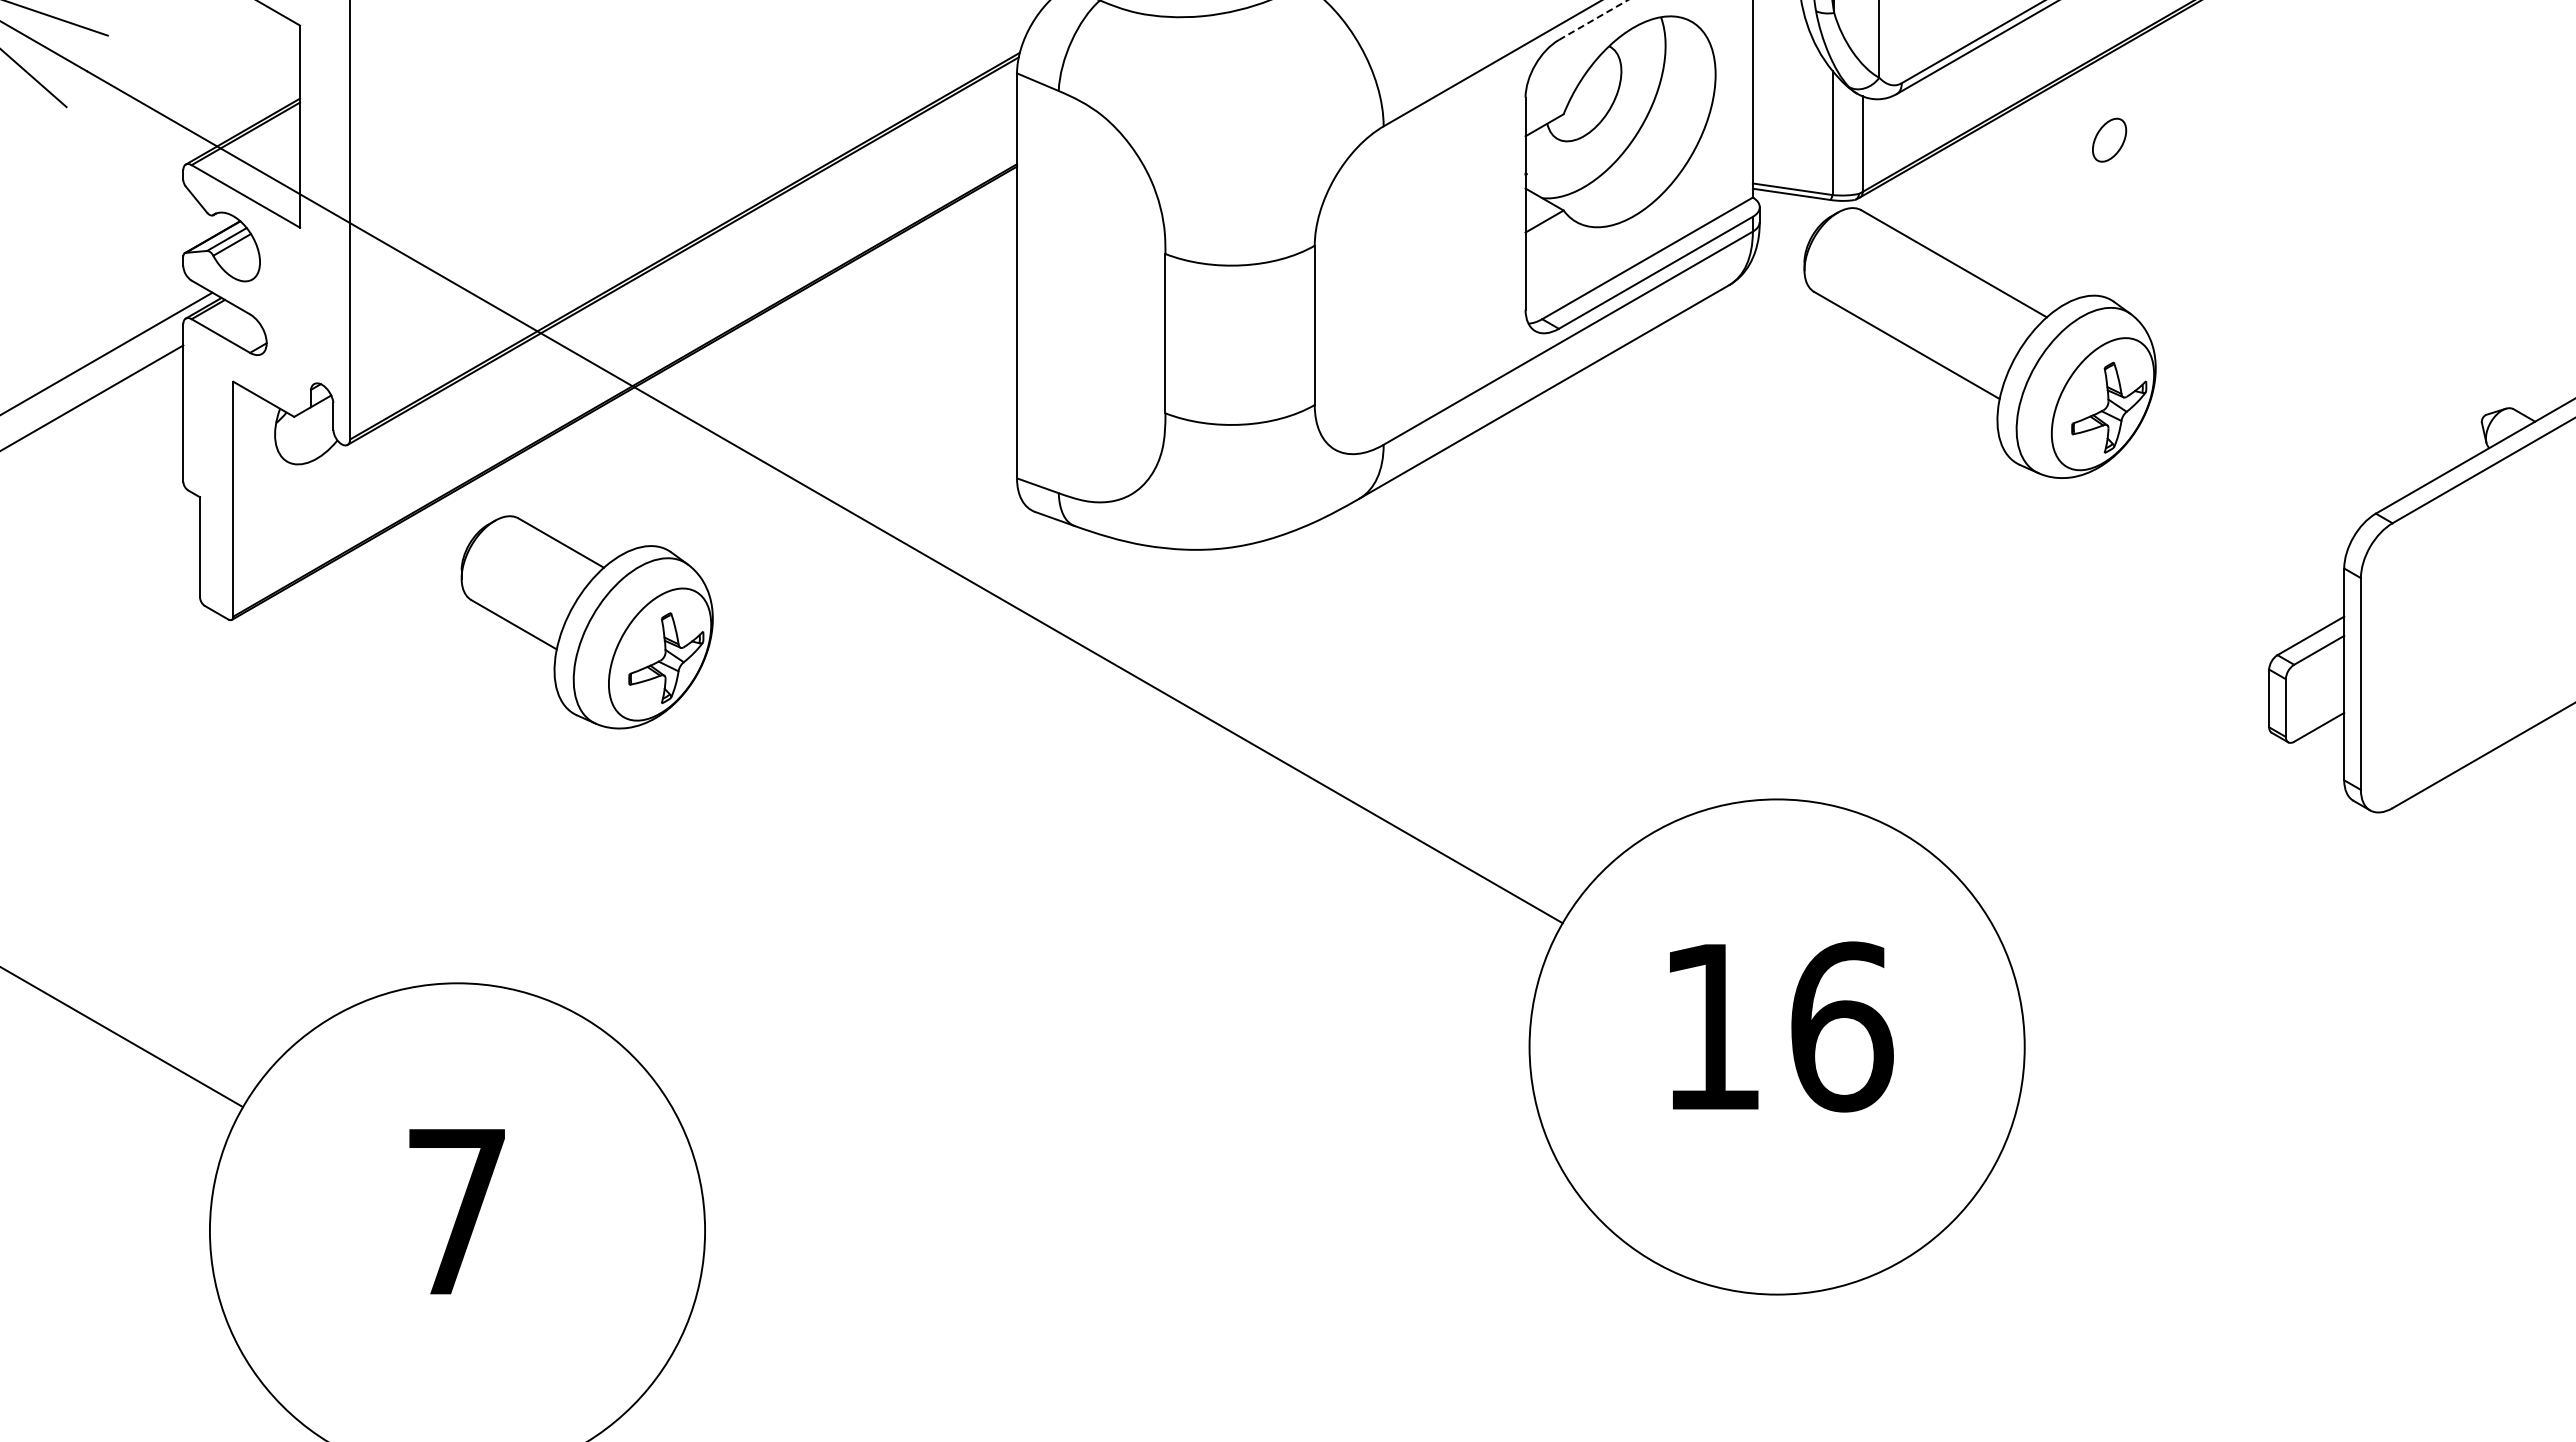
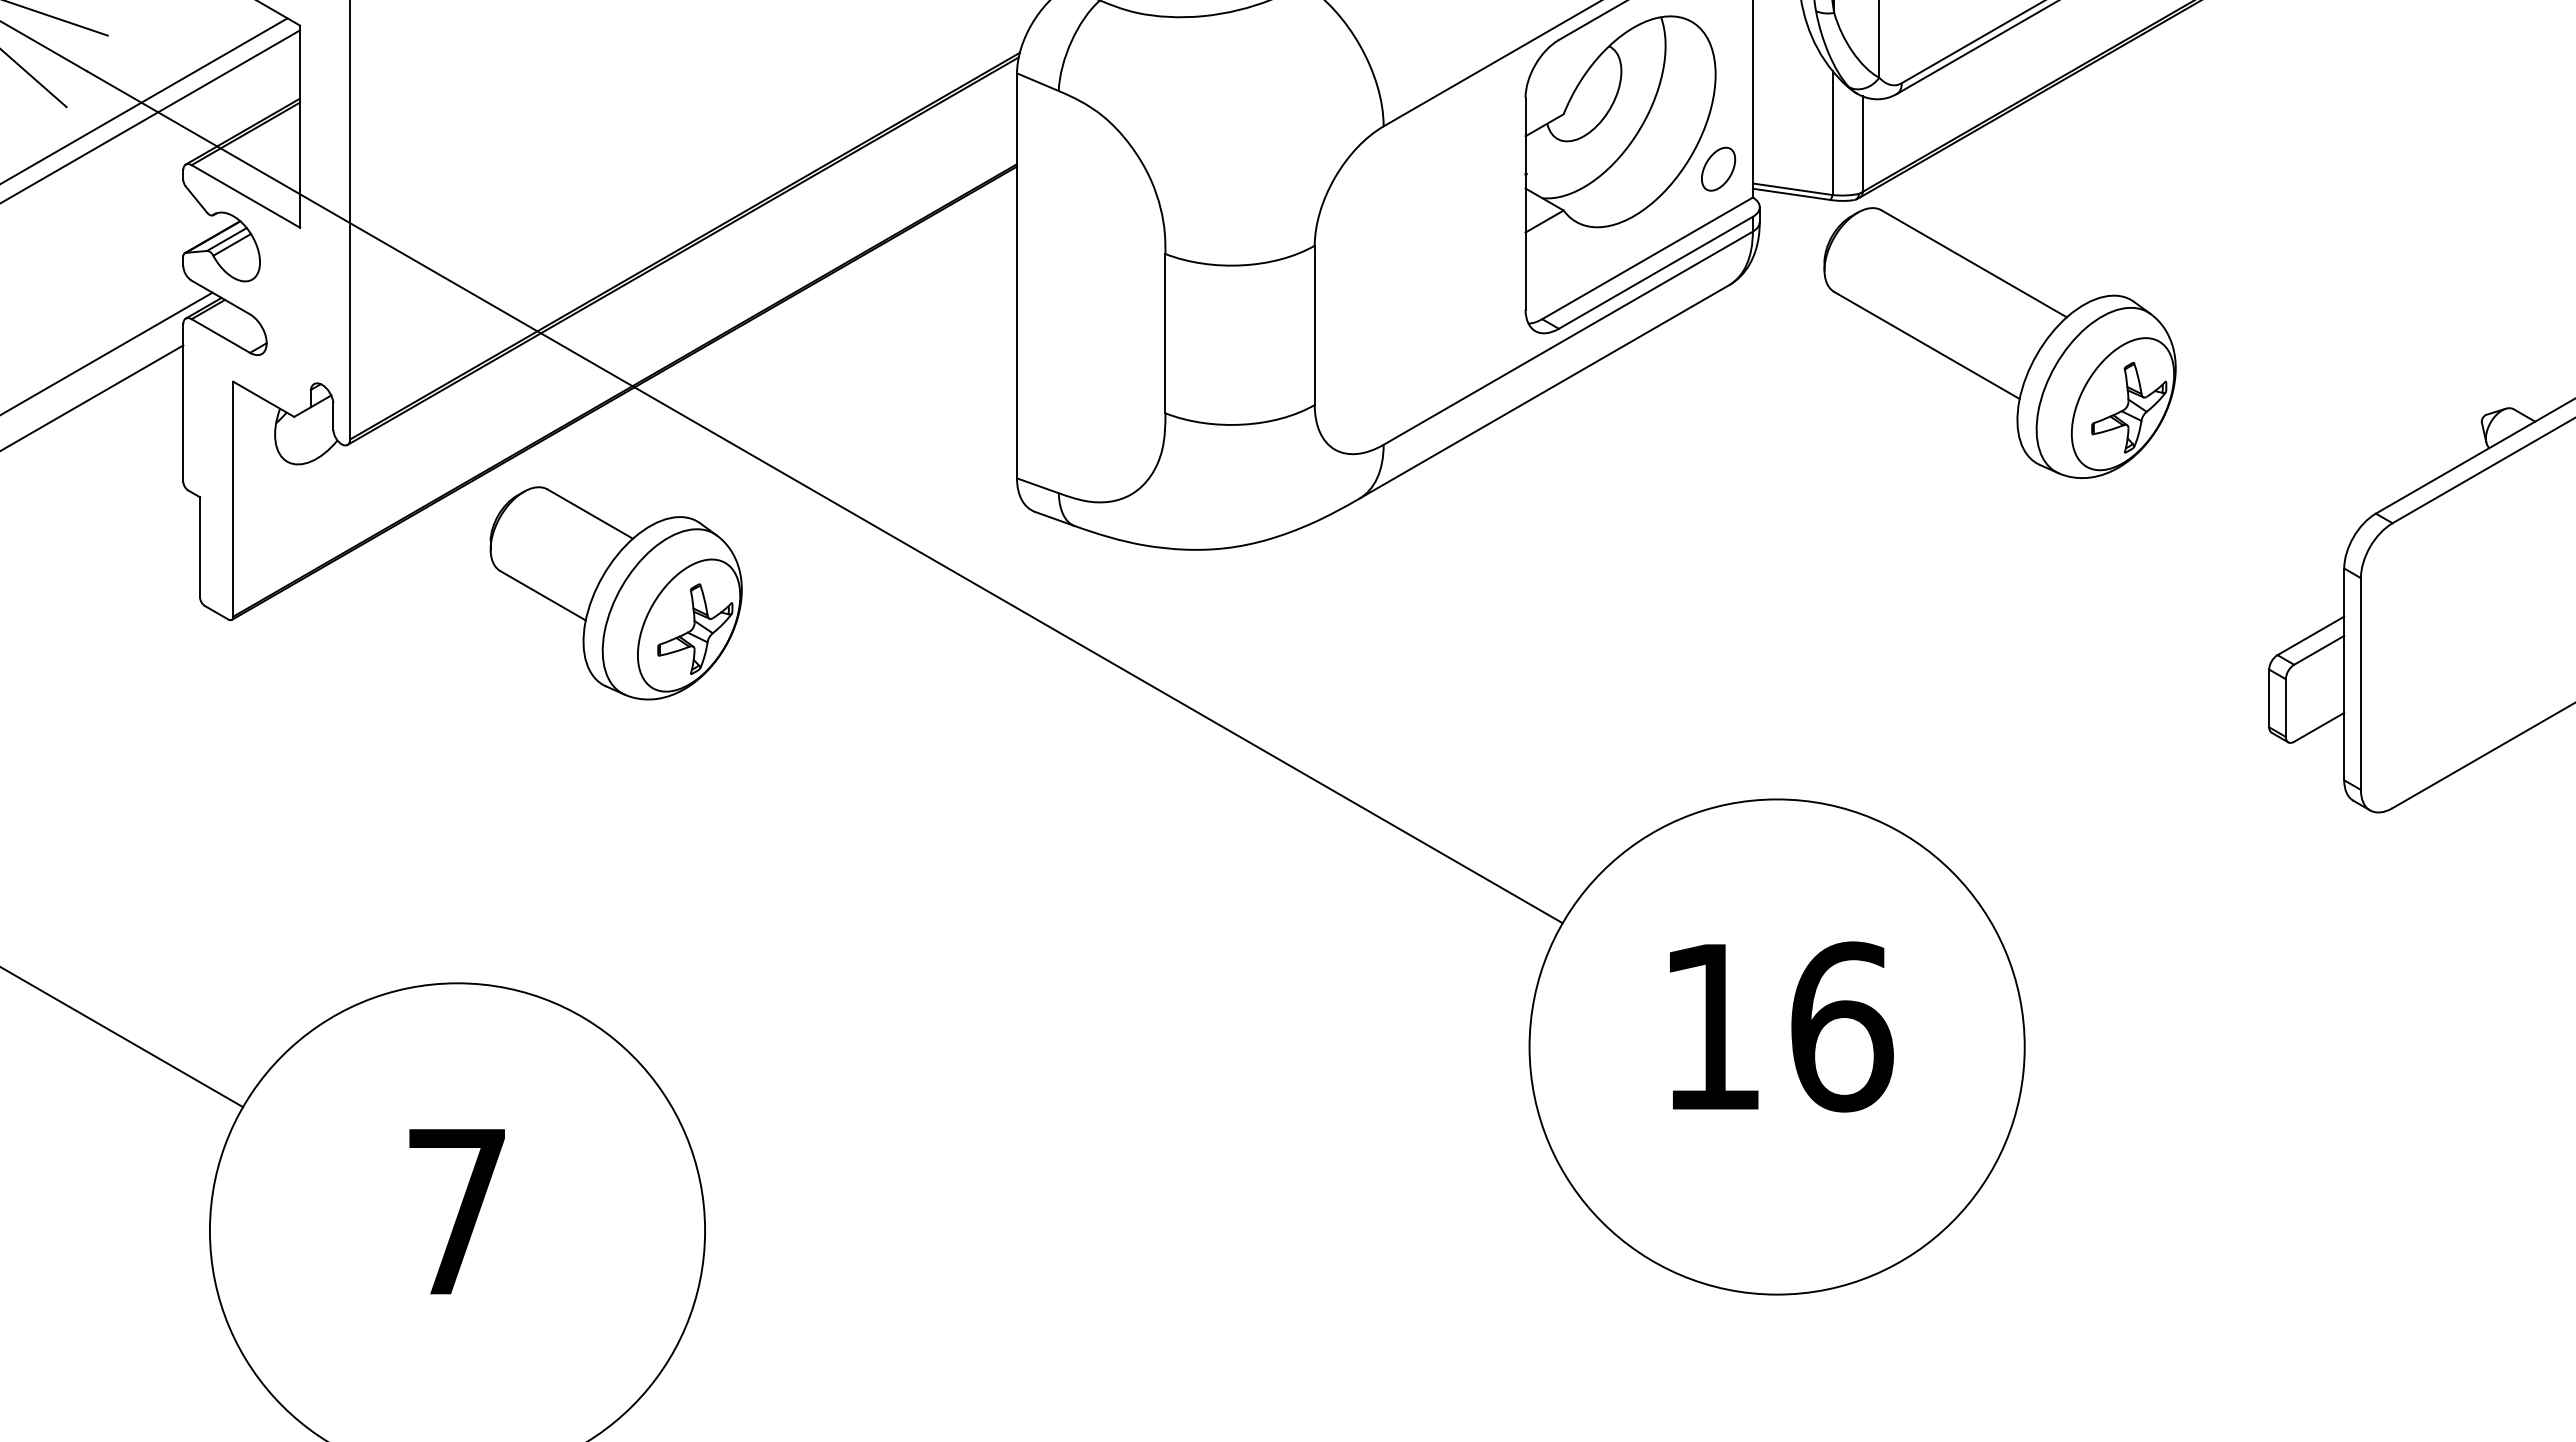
line at (1593, 20): dashed -> solid
line at (144, 100): none -> present
line at (151, 116): none -> present
part at (2109, 139) position: (2109, 139) -> (1718, 168)
part at (1979, 342) position: (1979, 342) -> (1999, 342)
part at (586, 622) position: (586, 622) -> (615, 593)
